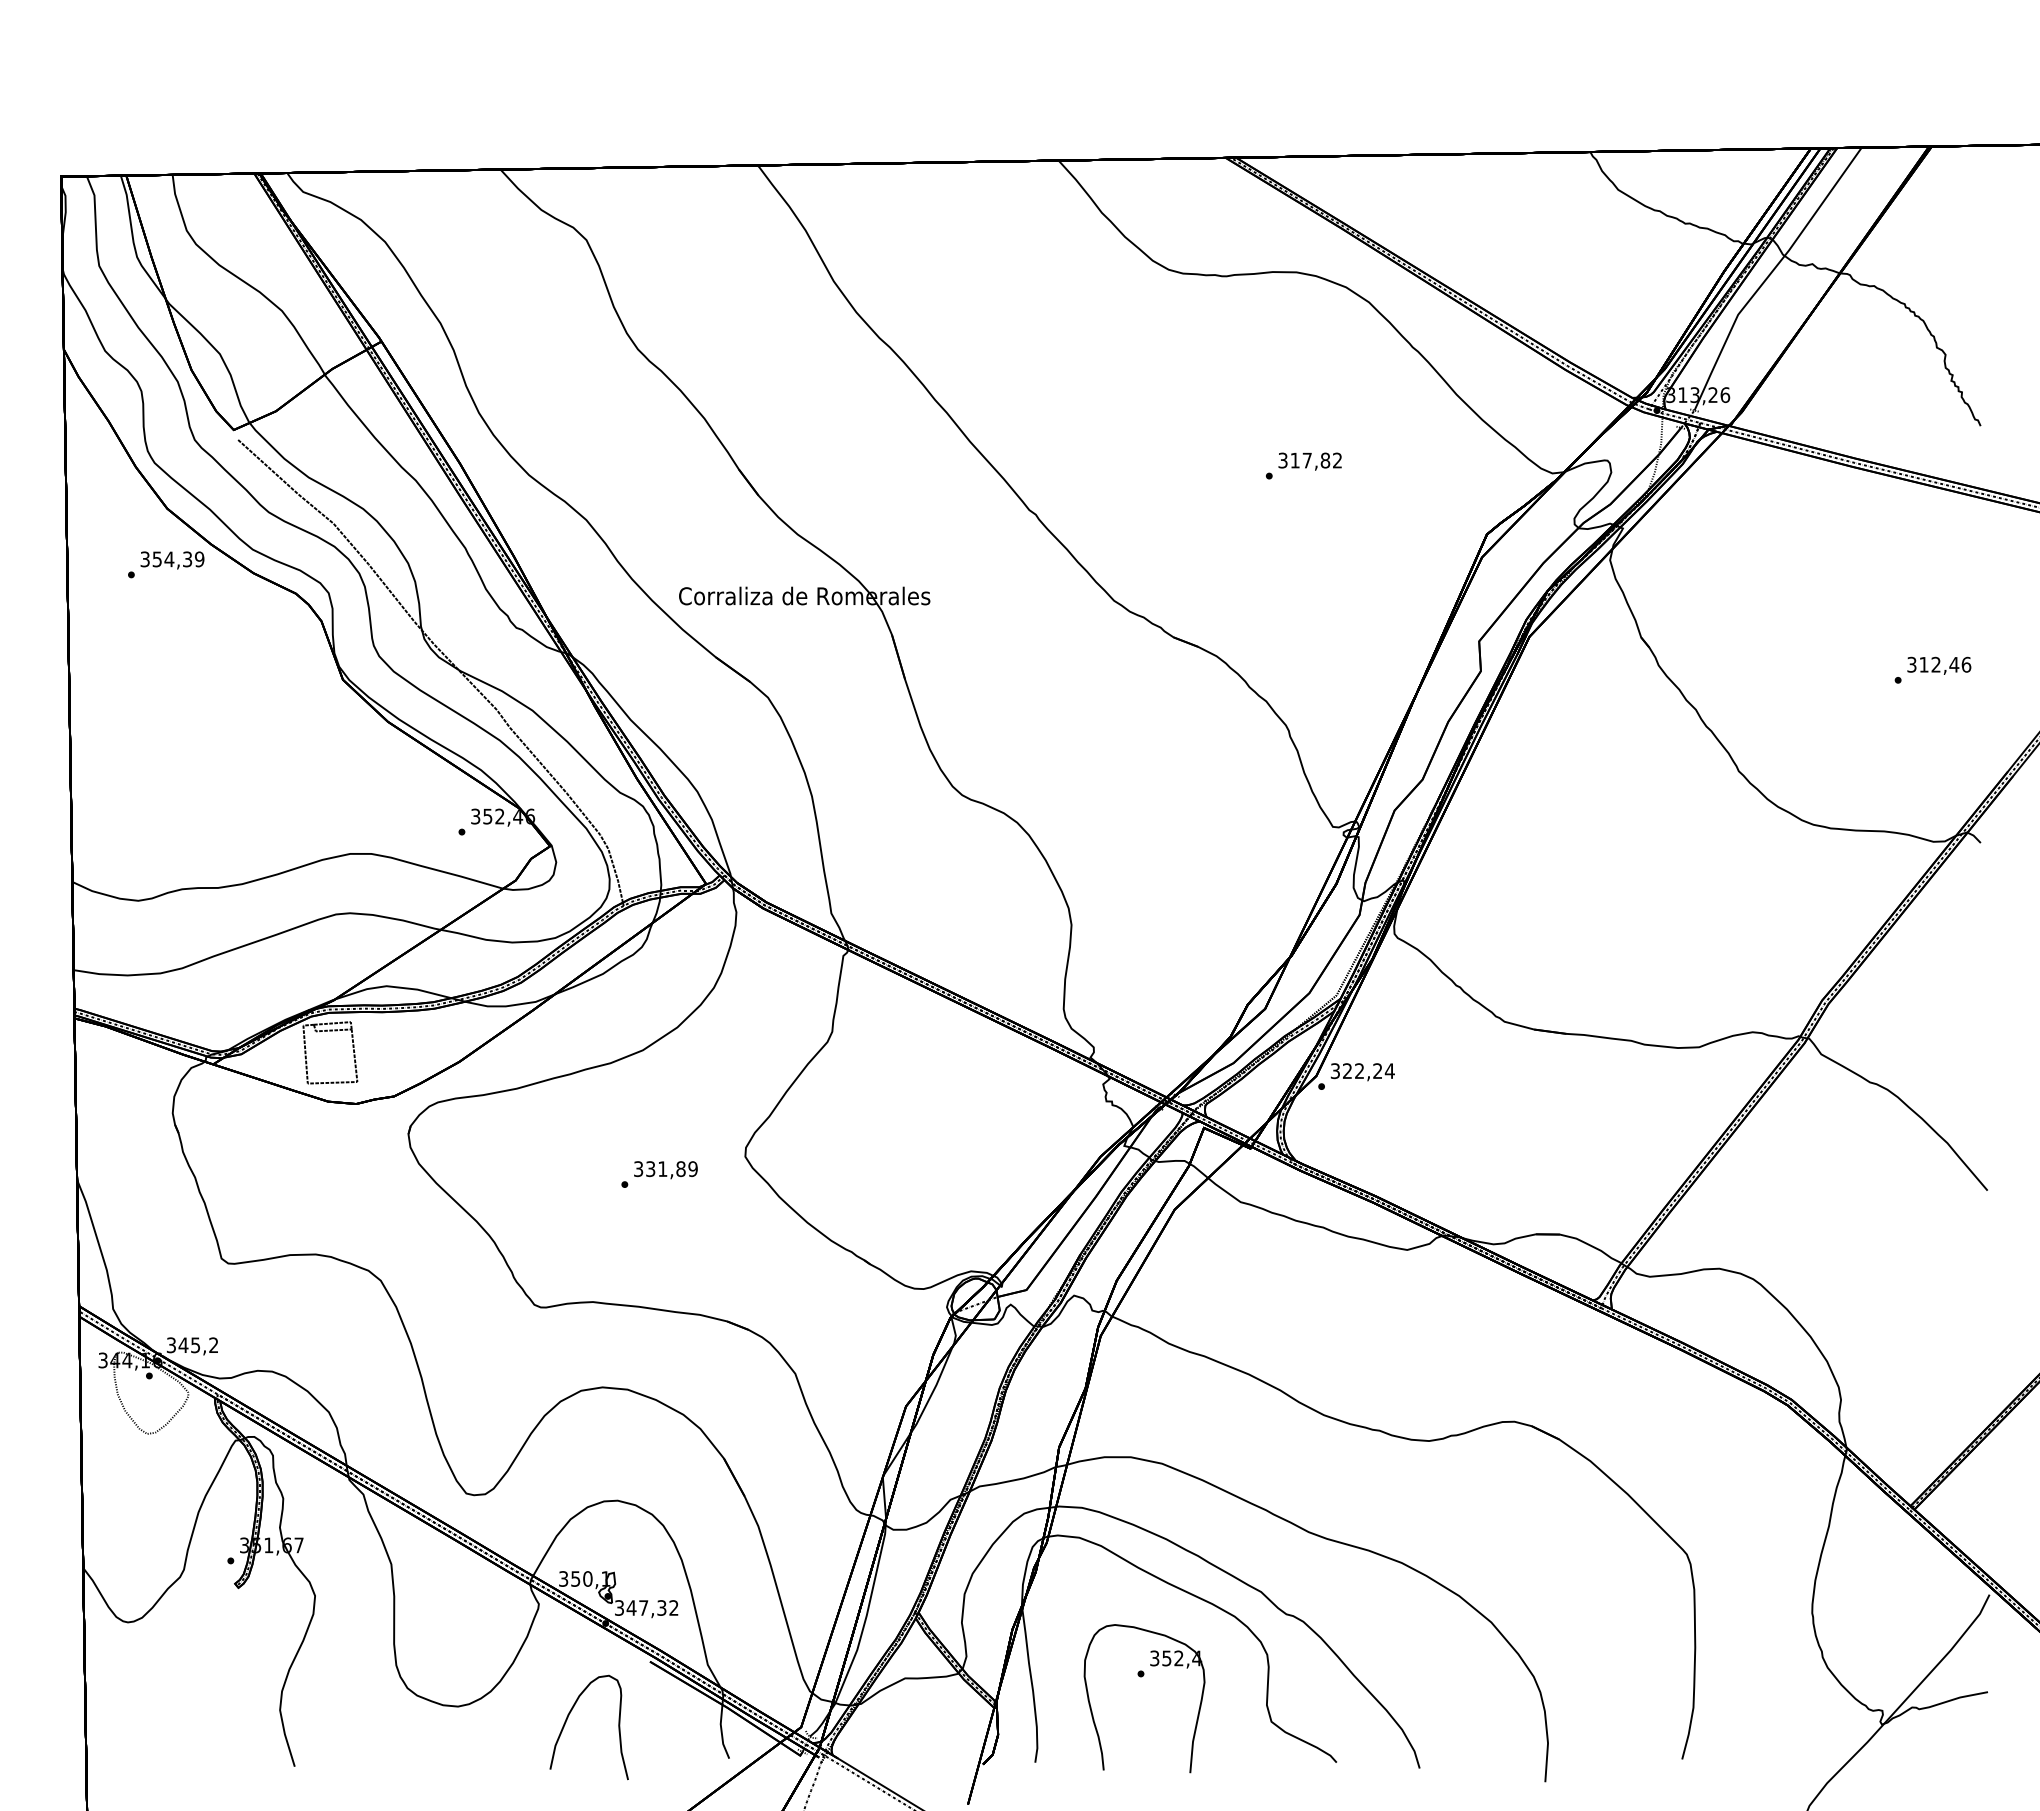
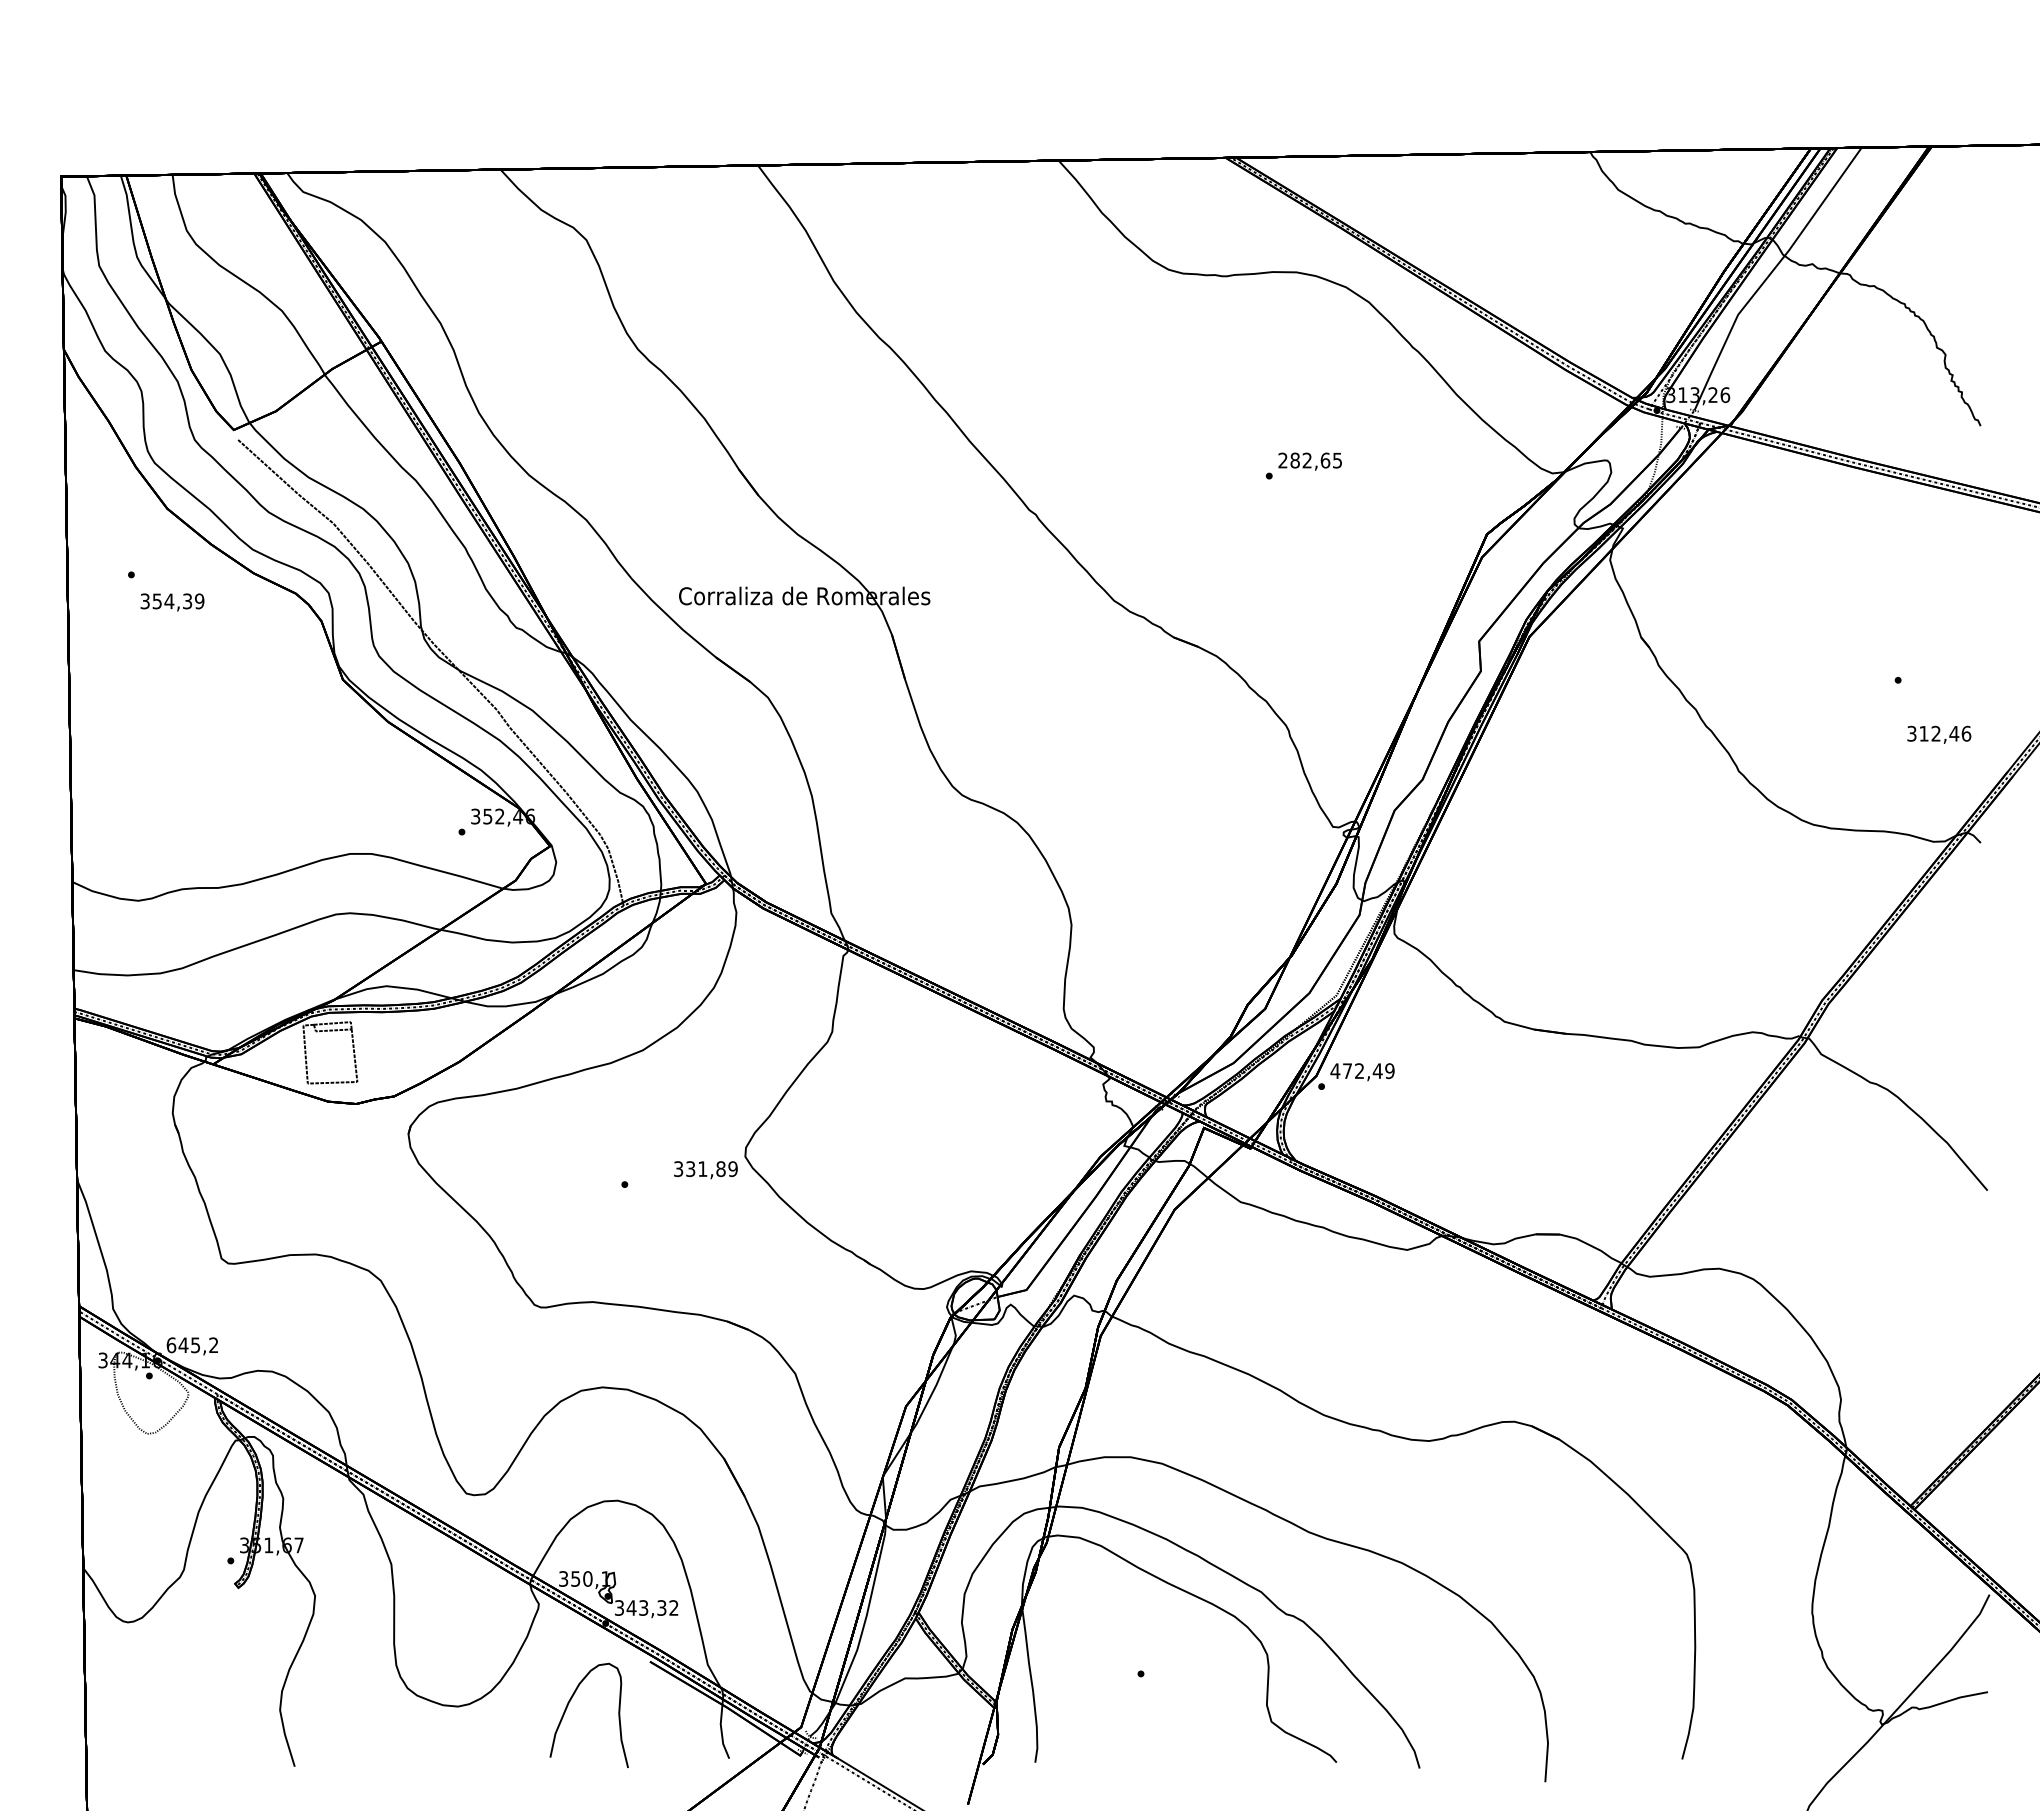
text at (1309, 460): 317,82 -> 282,65
text at (172, 560) position: (172, 560) -> (172, 602)
text at (1939, 665) position: (1939, 665) -> (1939, 734)
text at (1362, 1071): 322,24 -> 472,49
text at (665, 1170) position: (665, 1170) -> (705, 1170)
text at (171, 1345): 345,2 -> 645,2
text at (643, 1607): 347,32 -> 343,32
part at (1151, 1666): present -> none
curve at (567, 1720) position: (567, 1720) -> (567, 1708)
